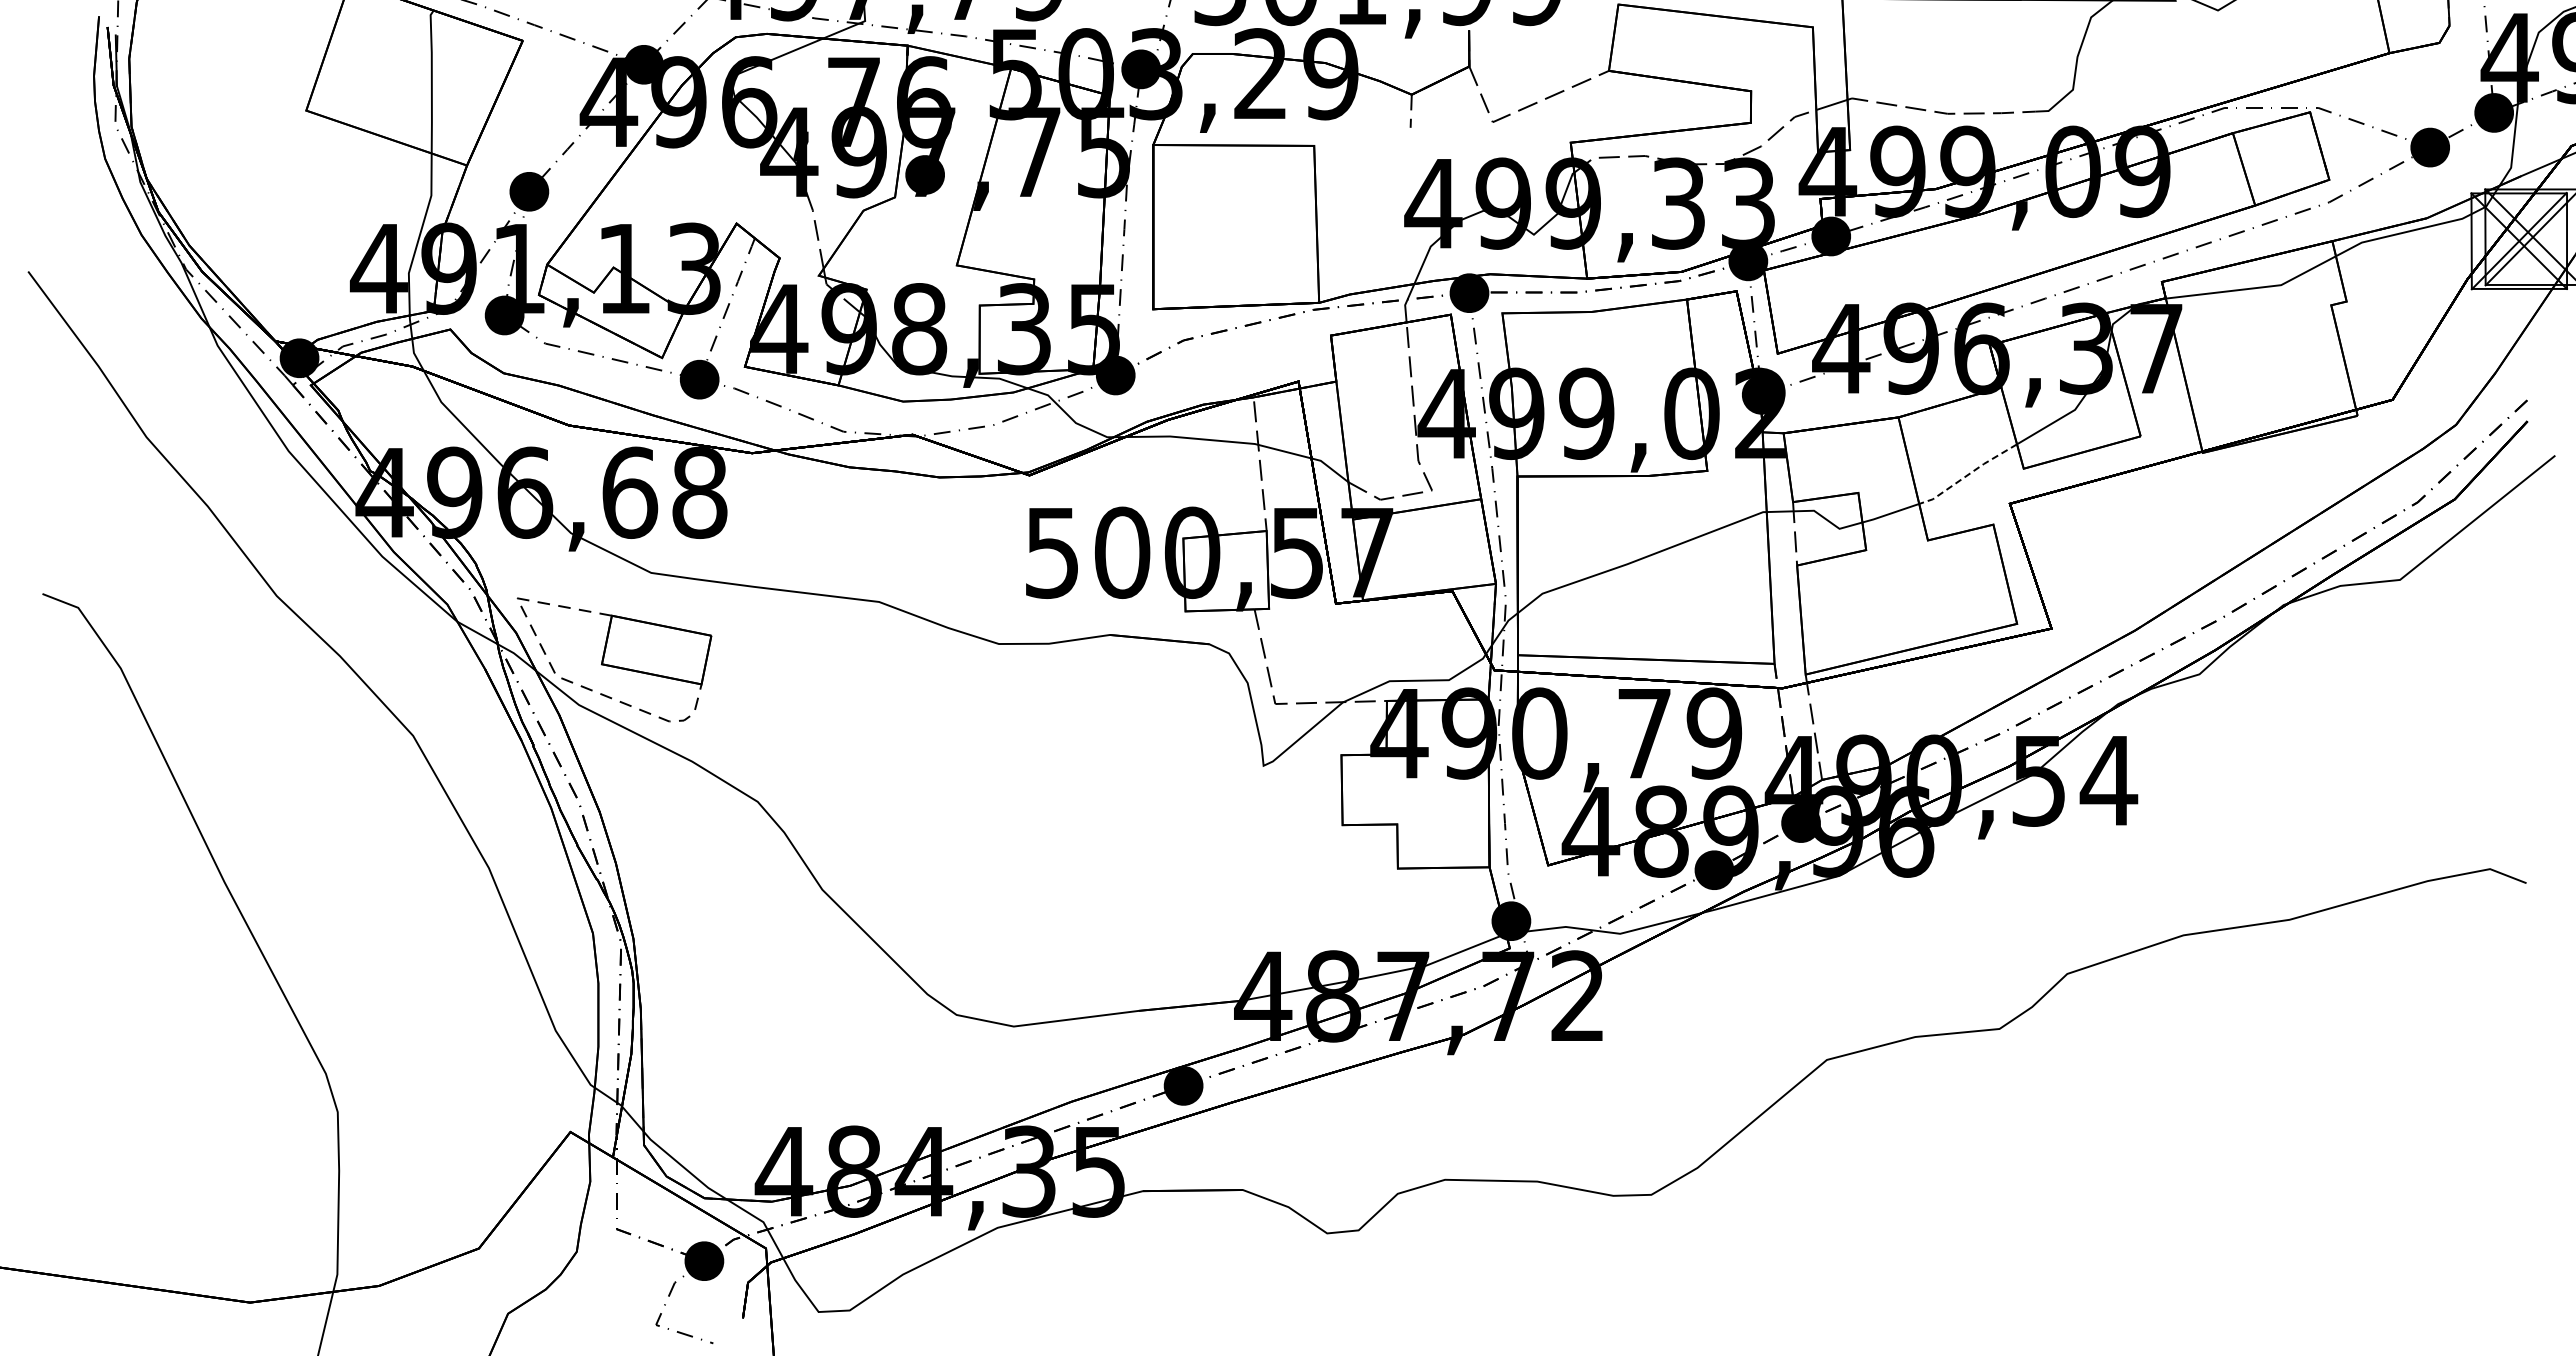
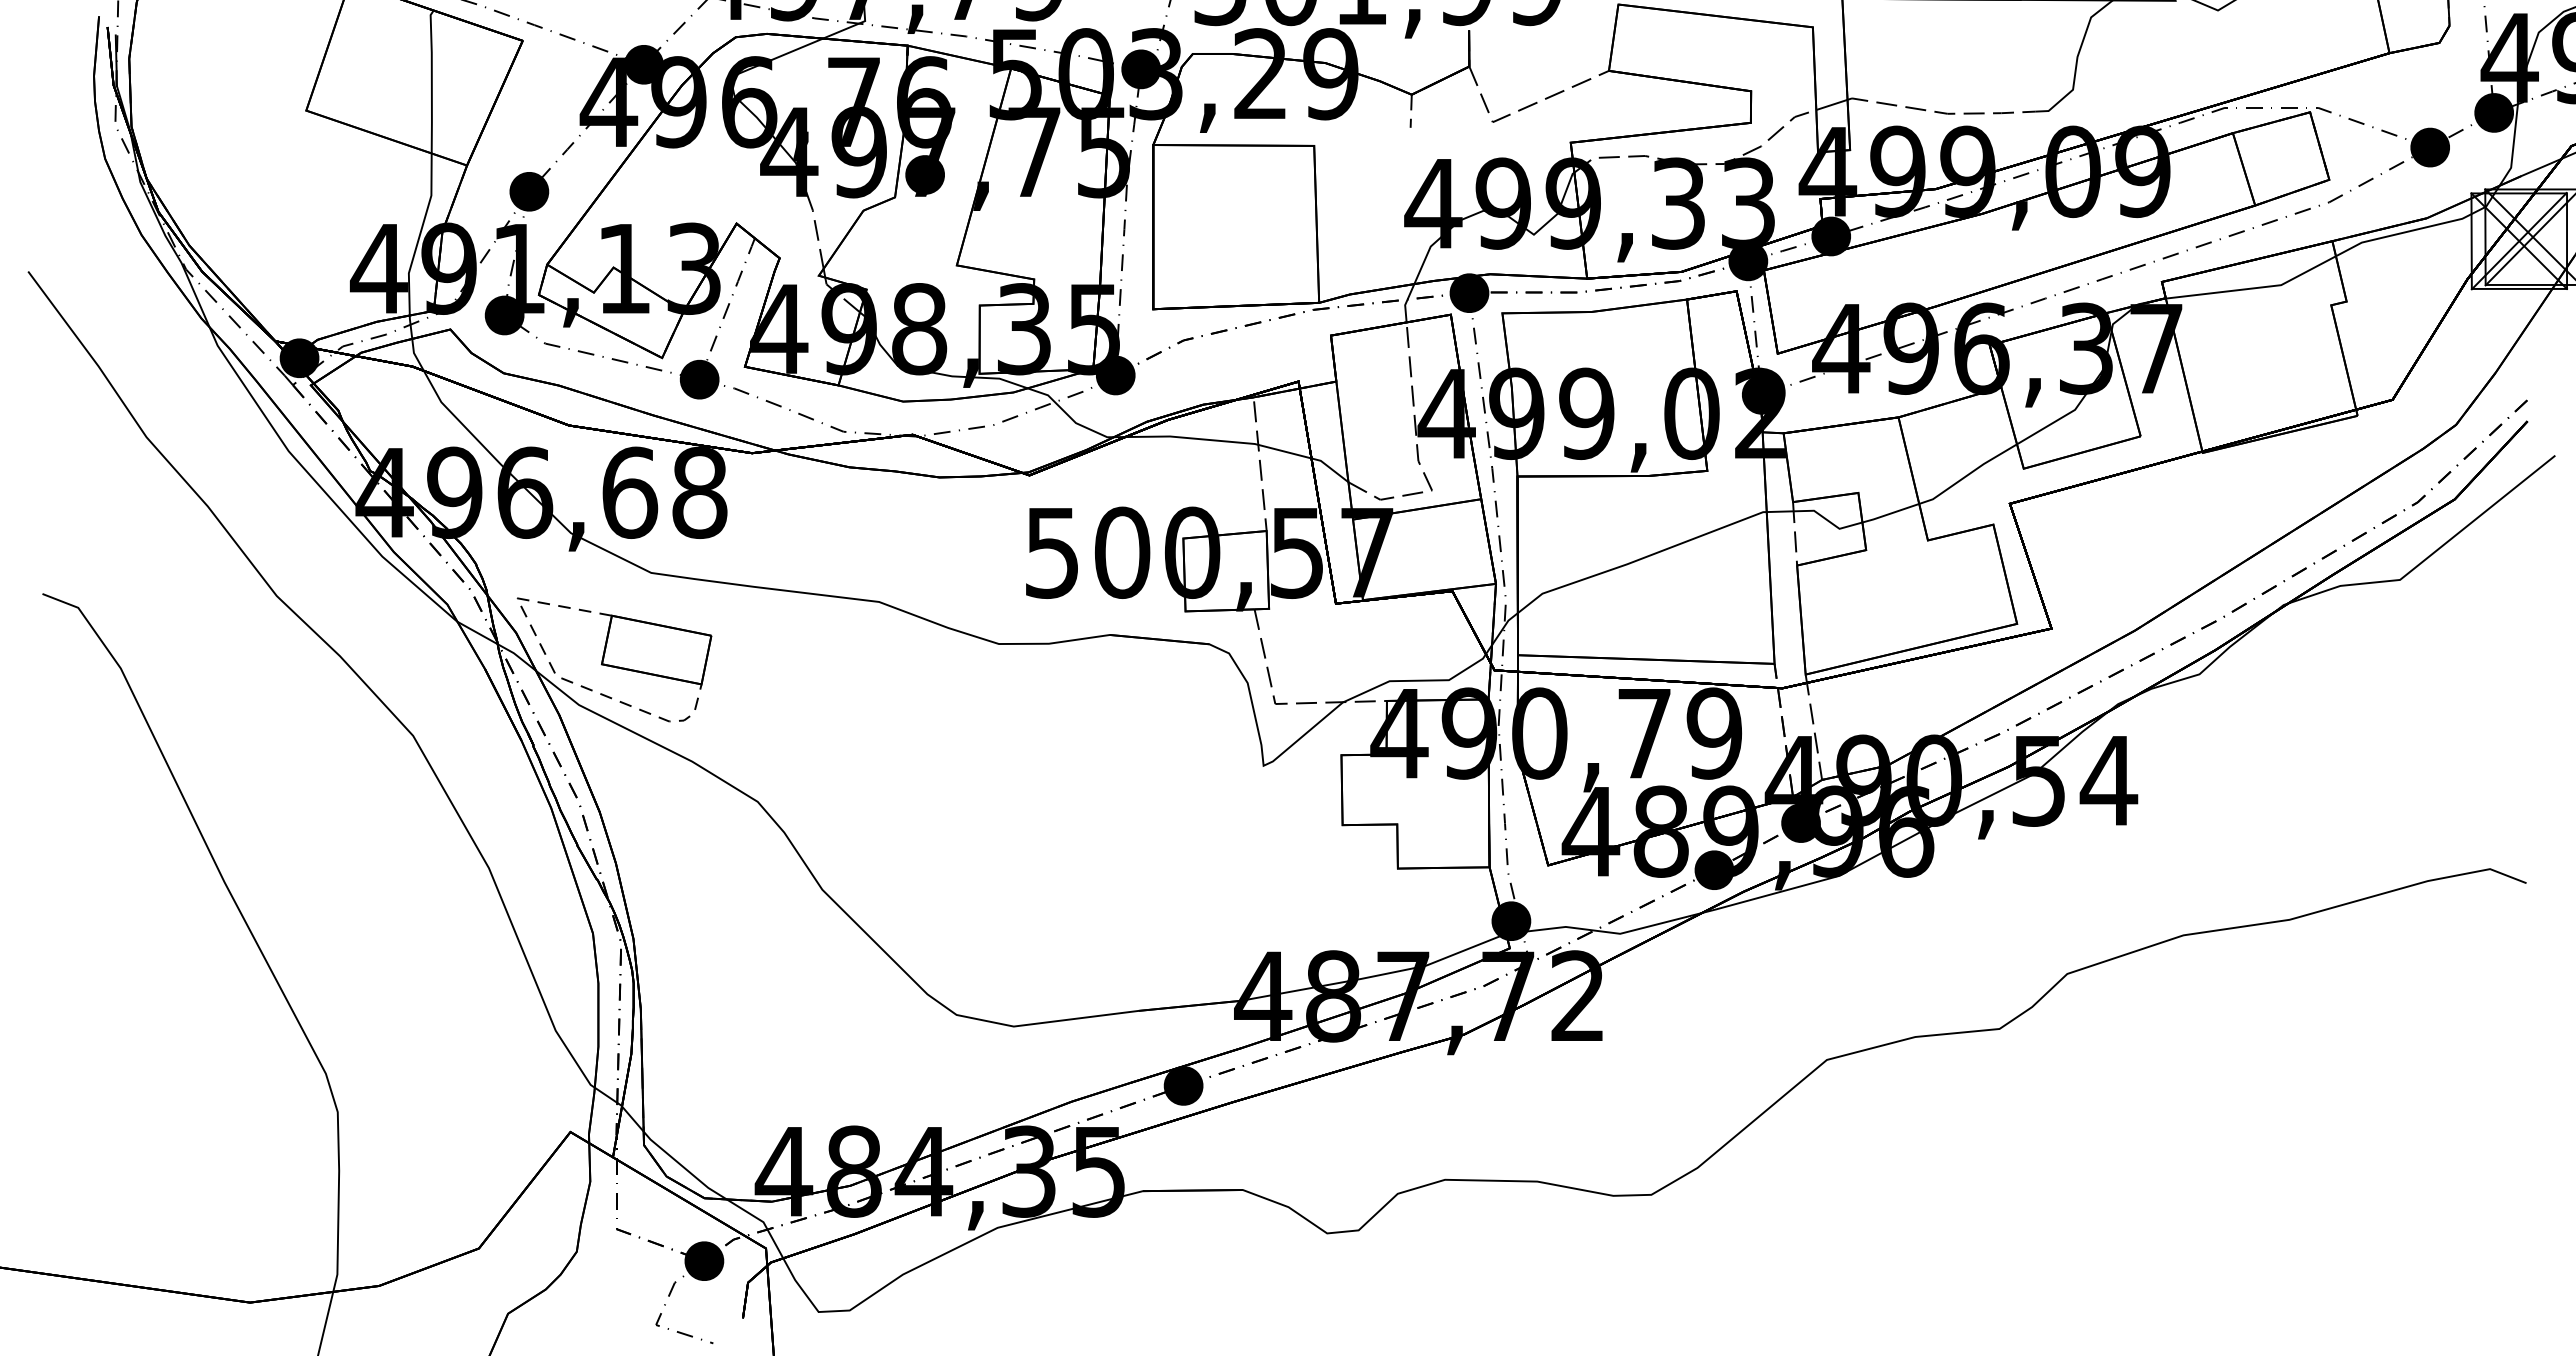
line at (1968, 474): dashed -> solid
